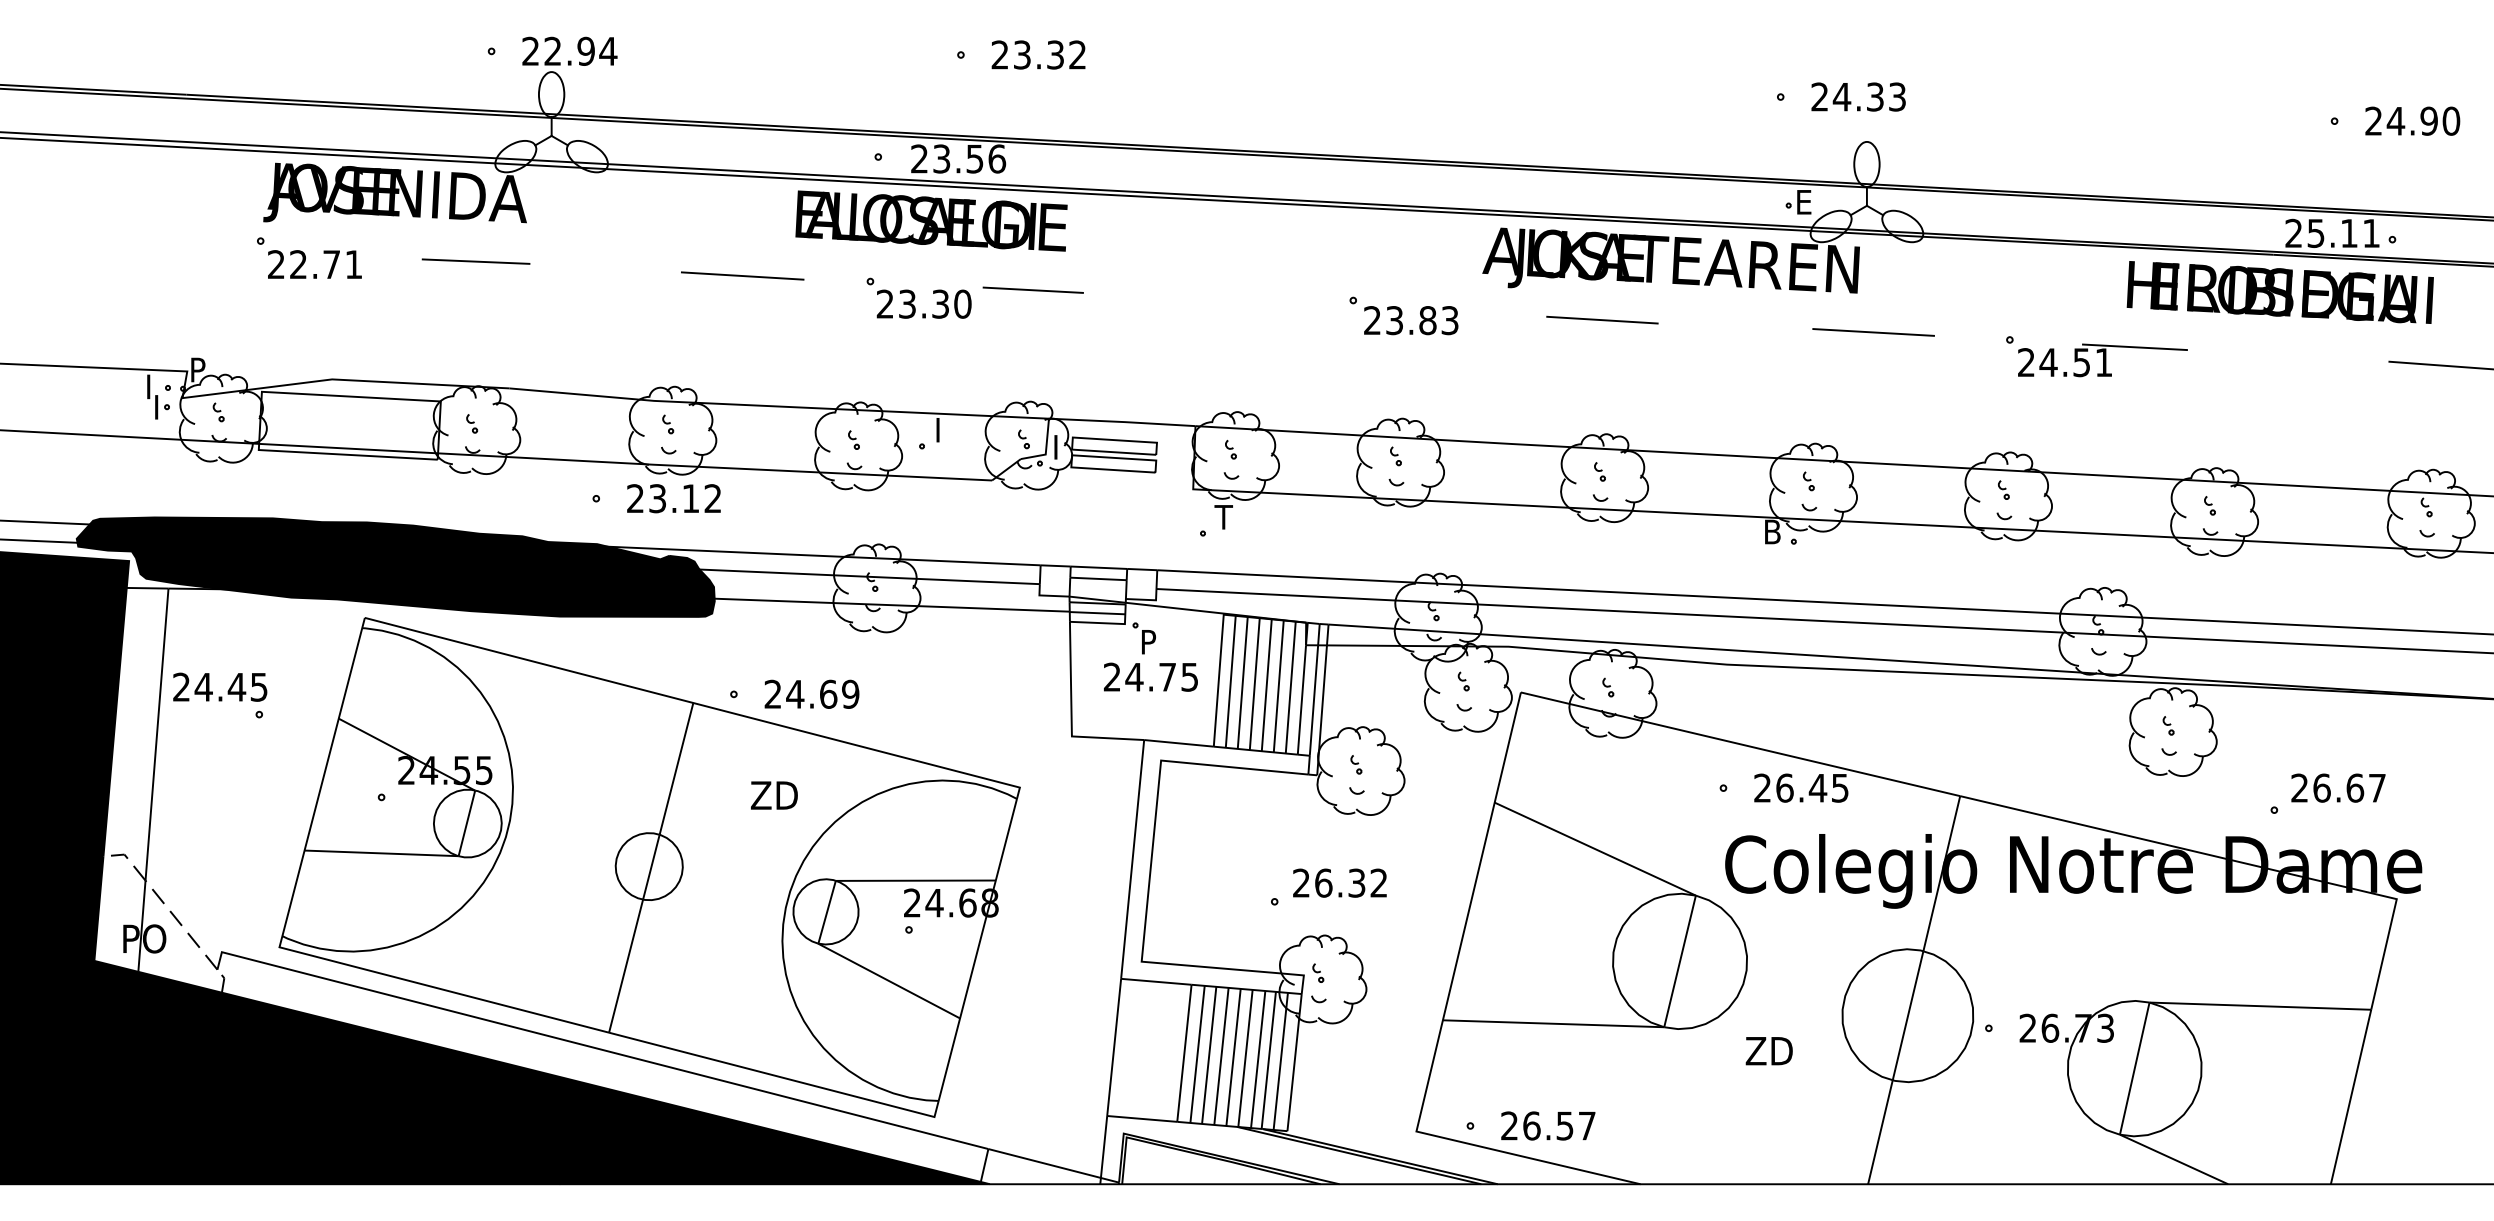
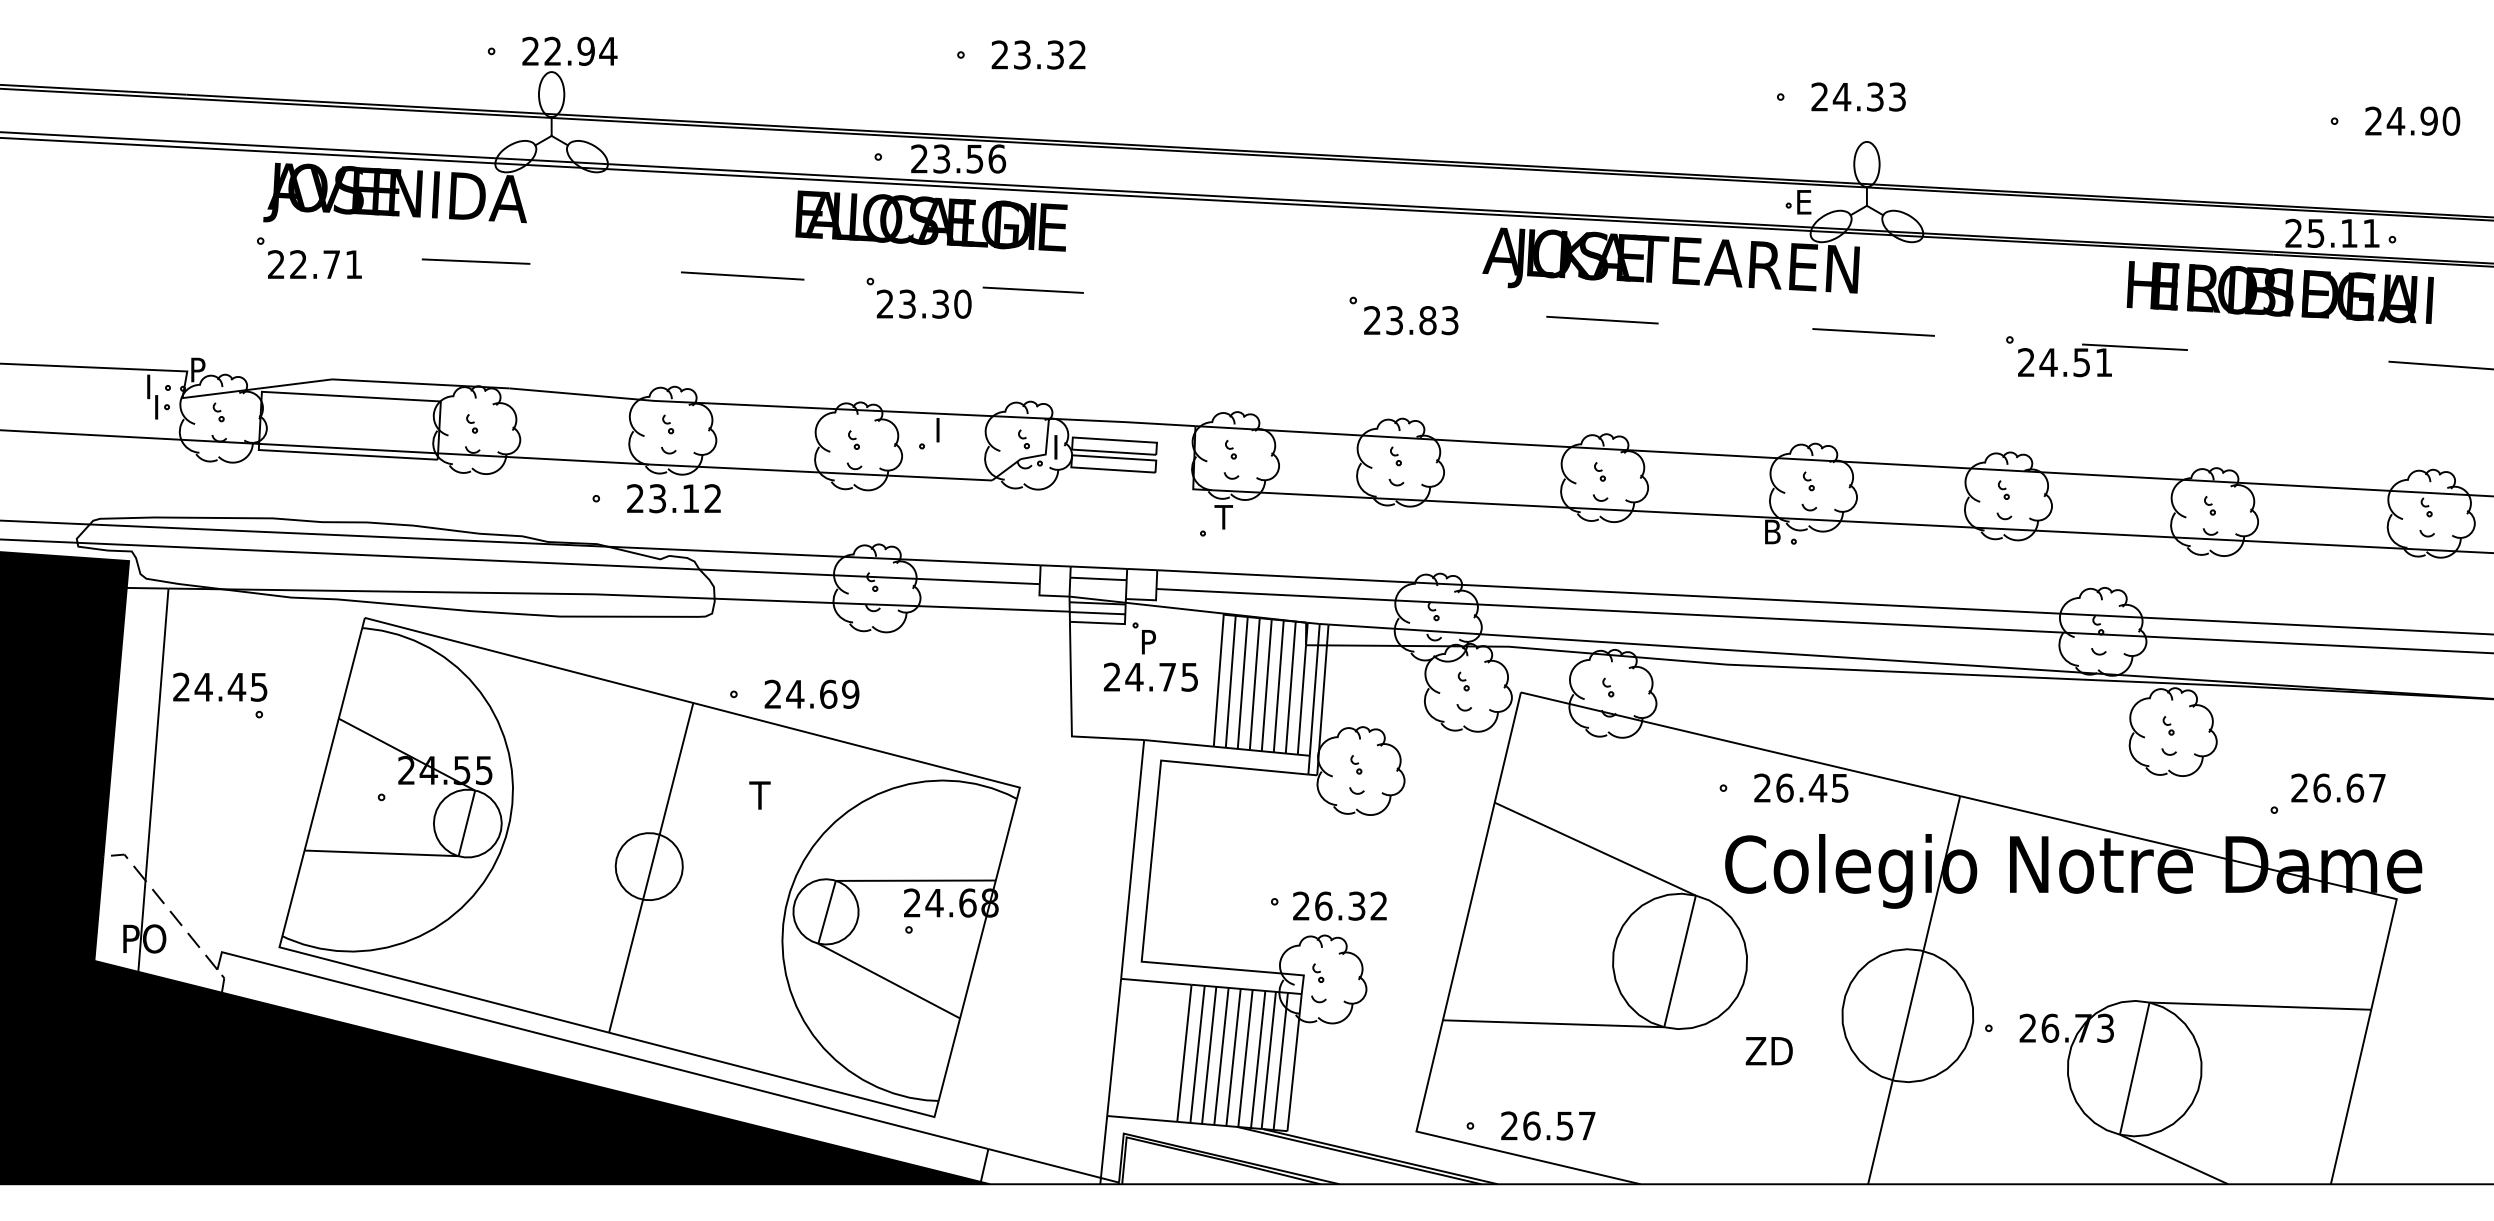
fill at (395, 566): present -> none
text at (773, 795): ZD -> T
text at (1339, 882) position: (1339, 882) -> (1339, 905)
